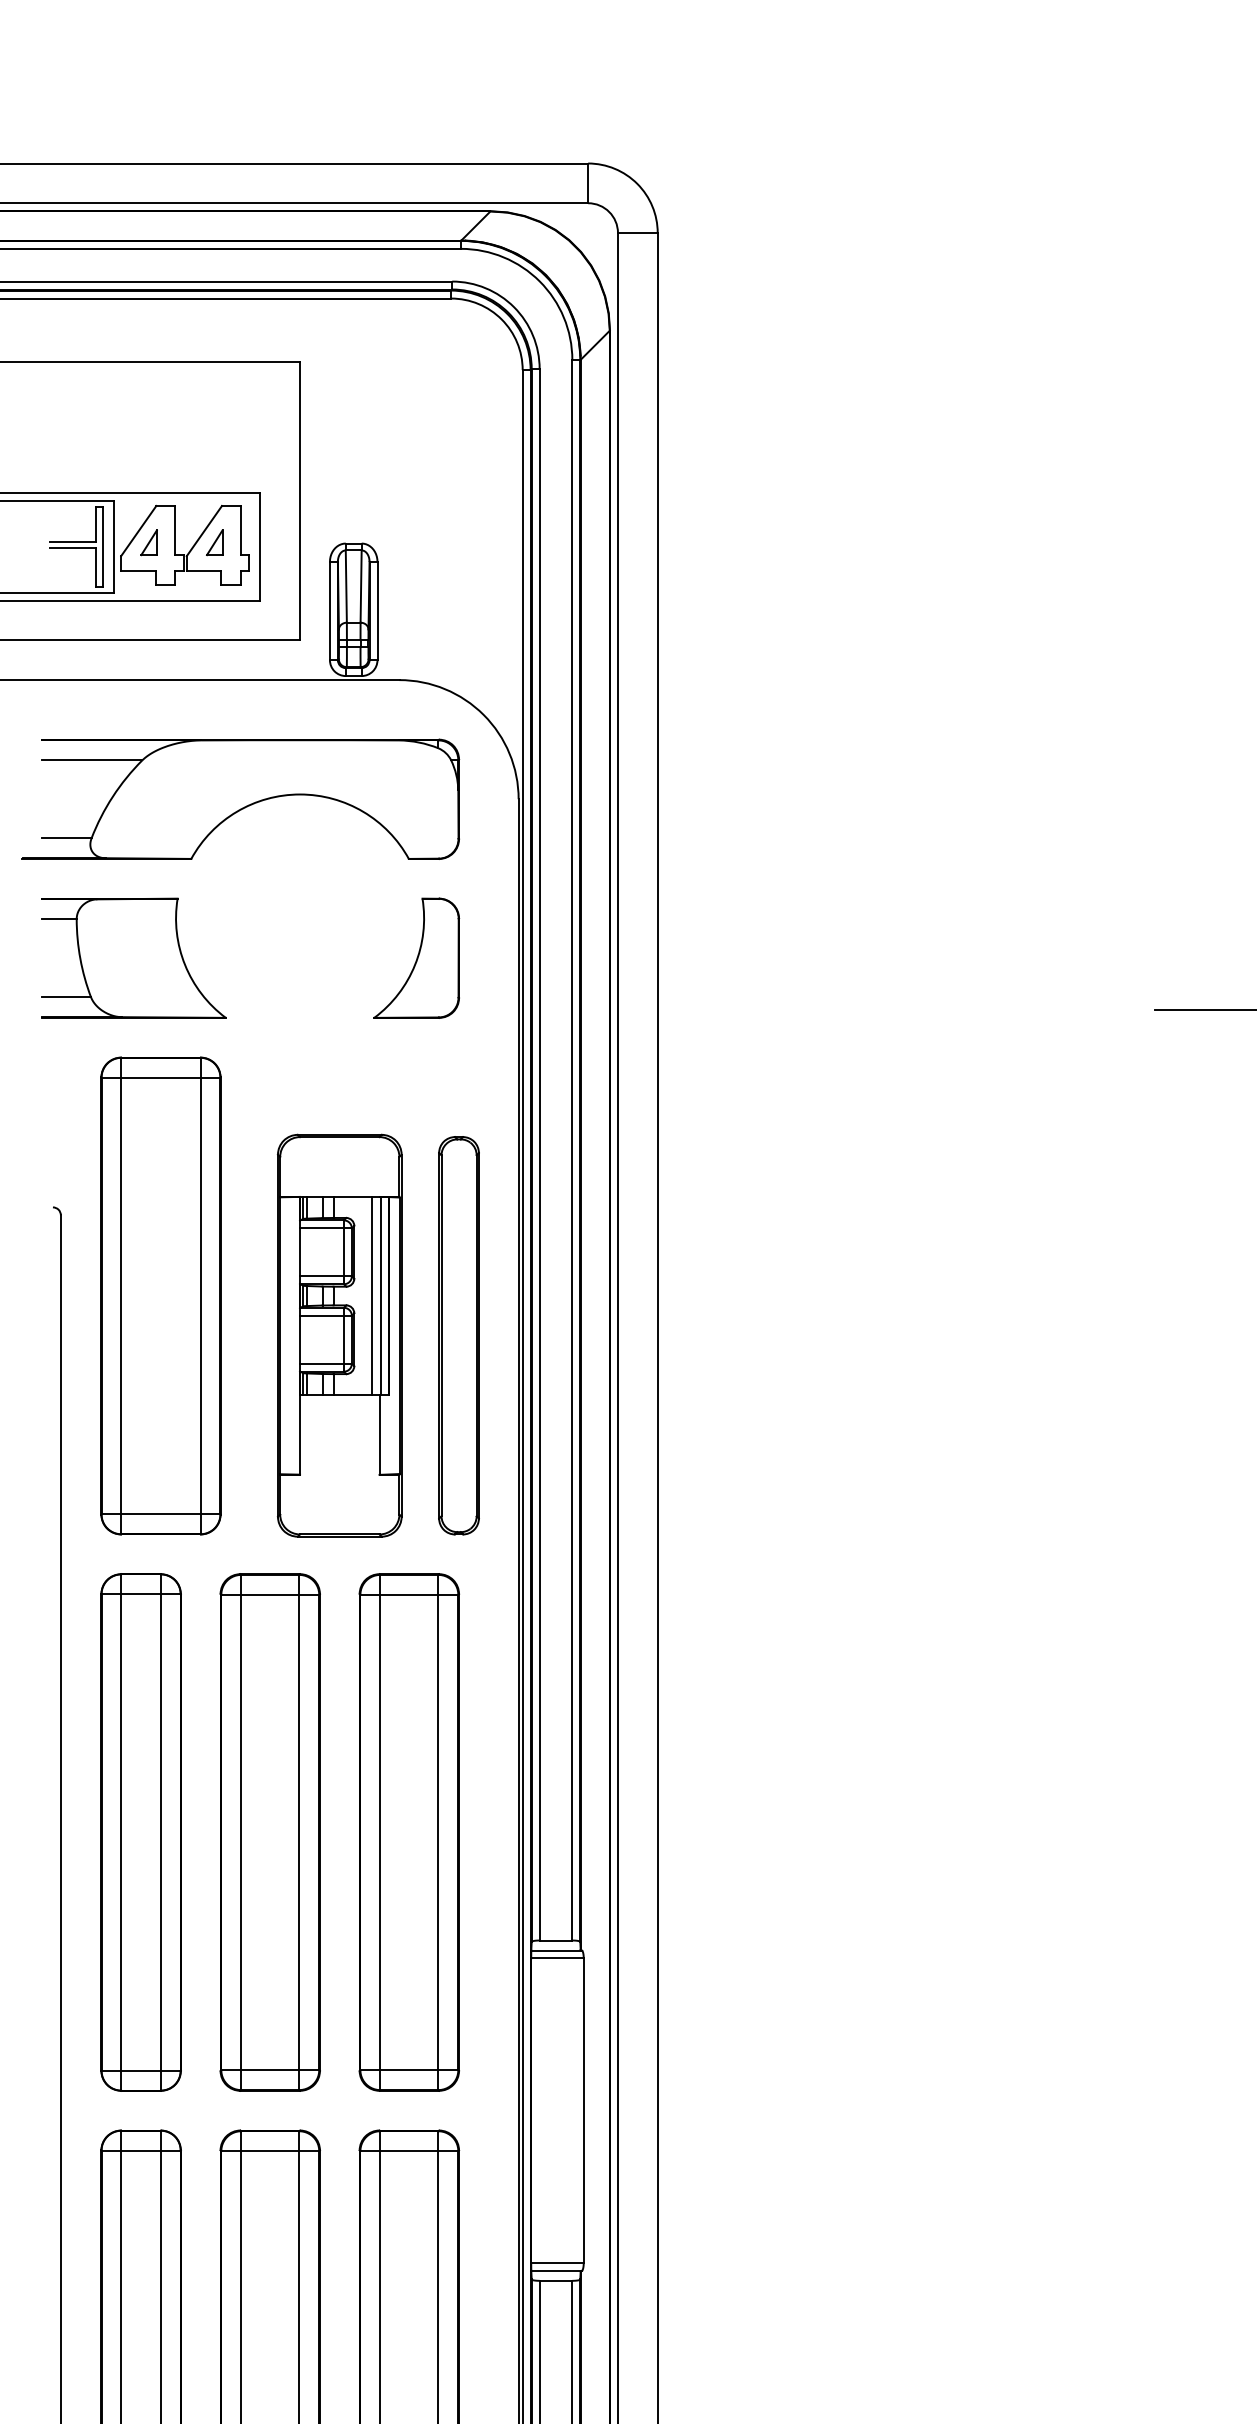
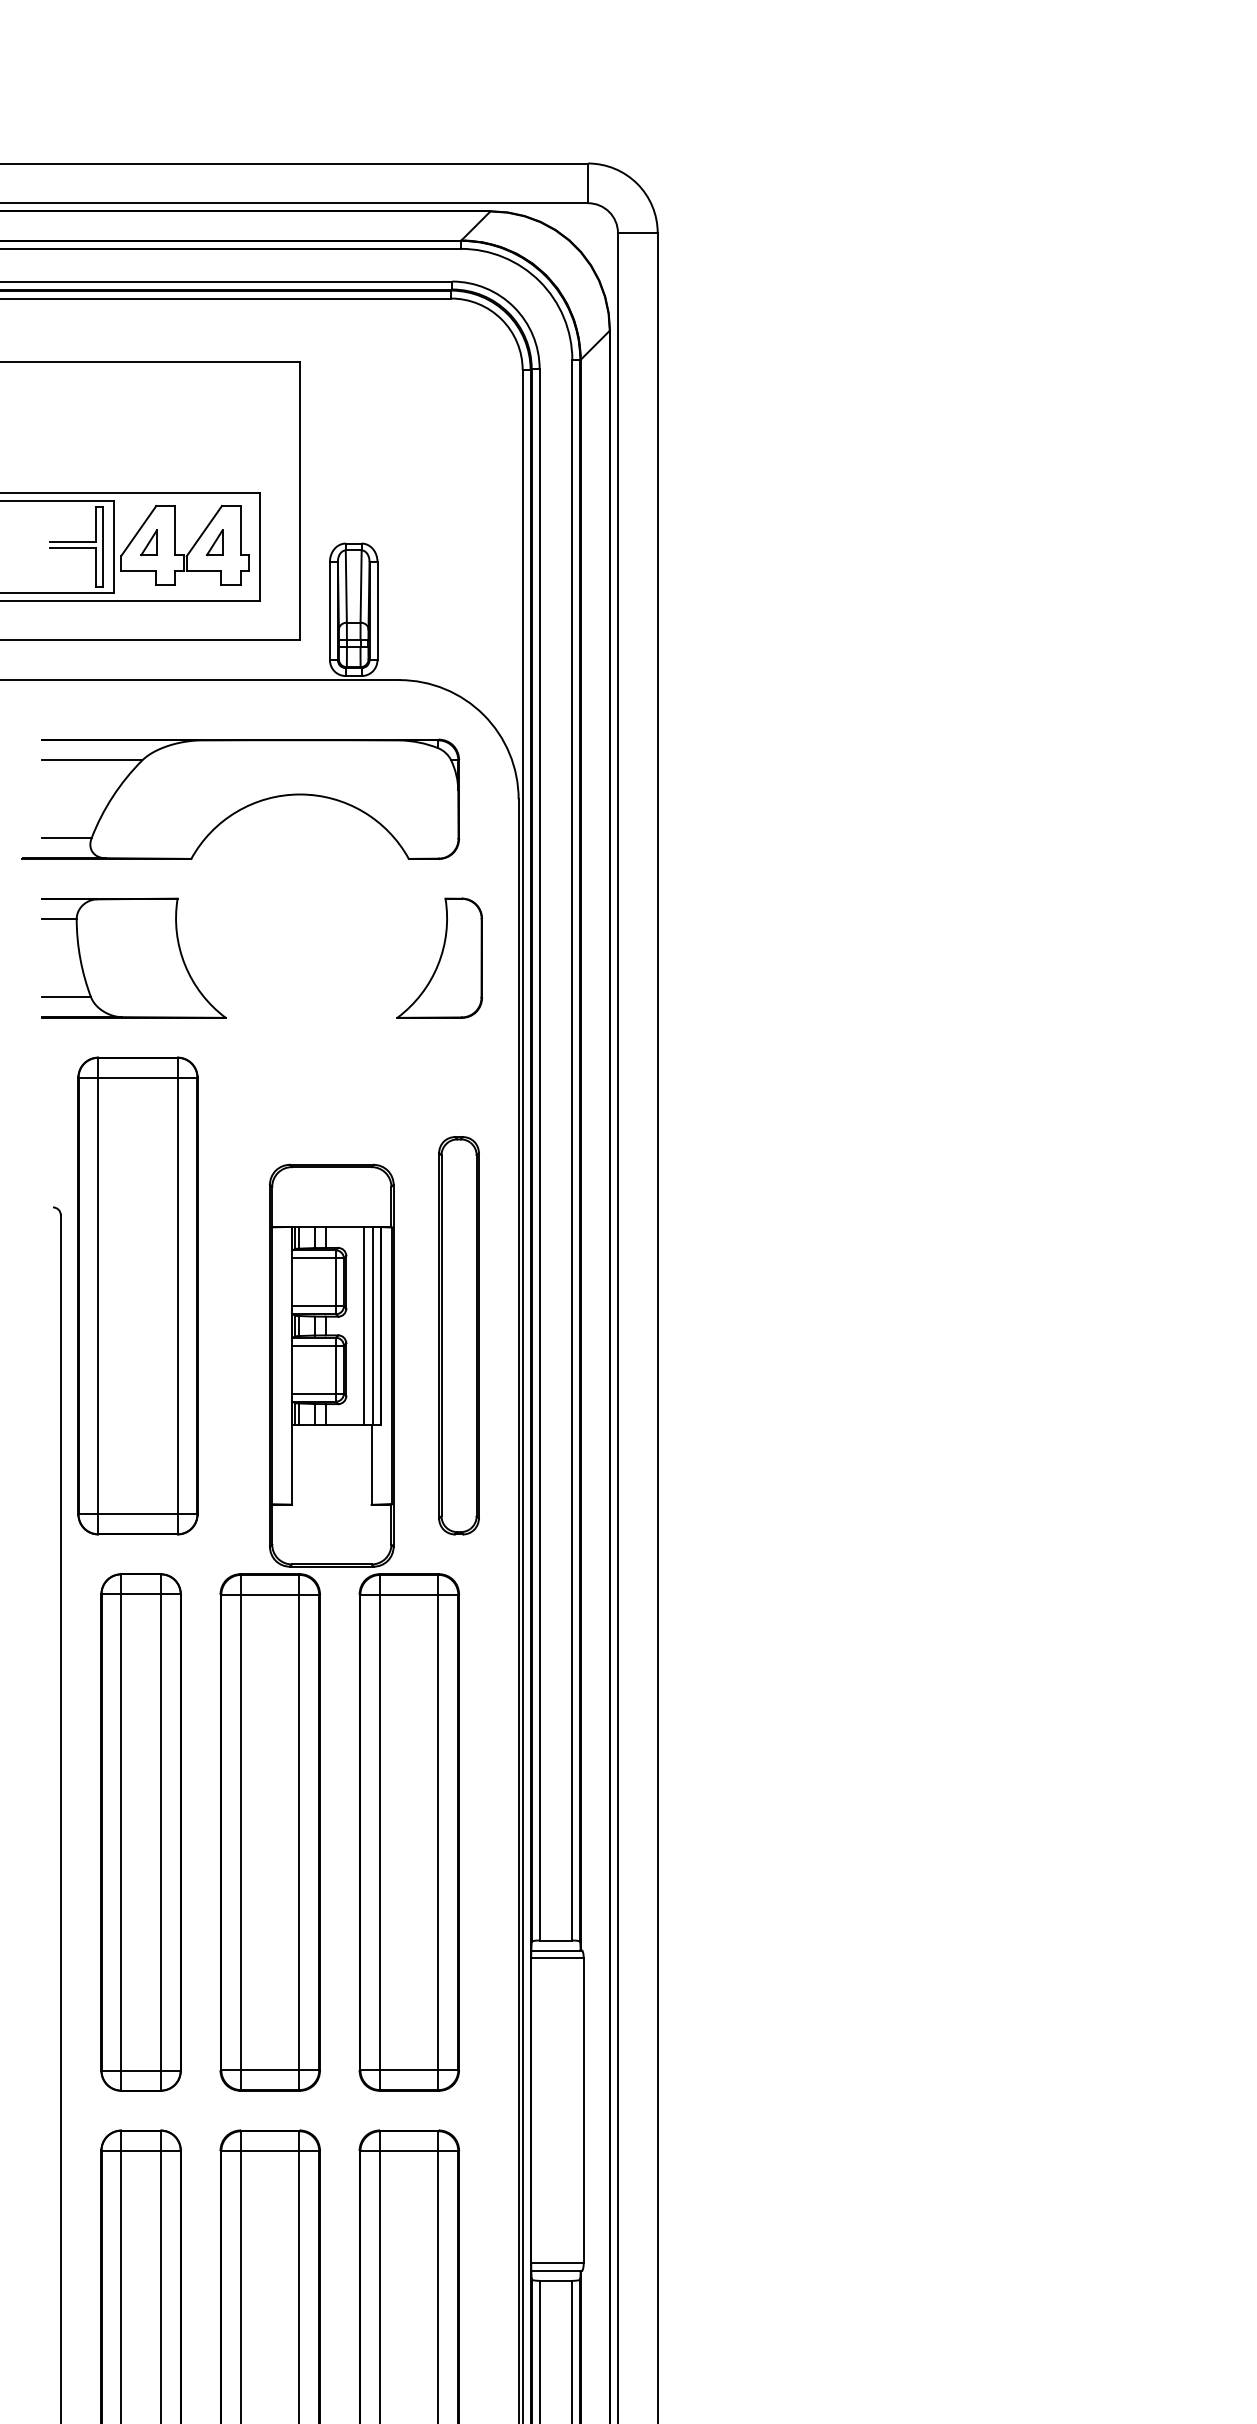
part at (416, 957) position: (416, 957) -> (439, 957)
line at (1204, 1010): present -> none
part at (160, 1295) position: (160, 1295) -> (137, 1295)
part at (339, 1335) position: (339, 1335) -> (331, 1365)
